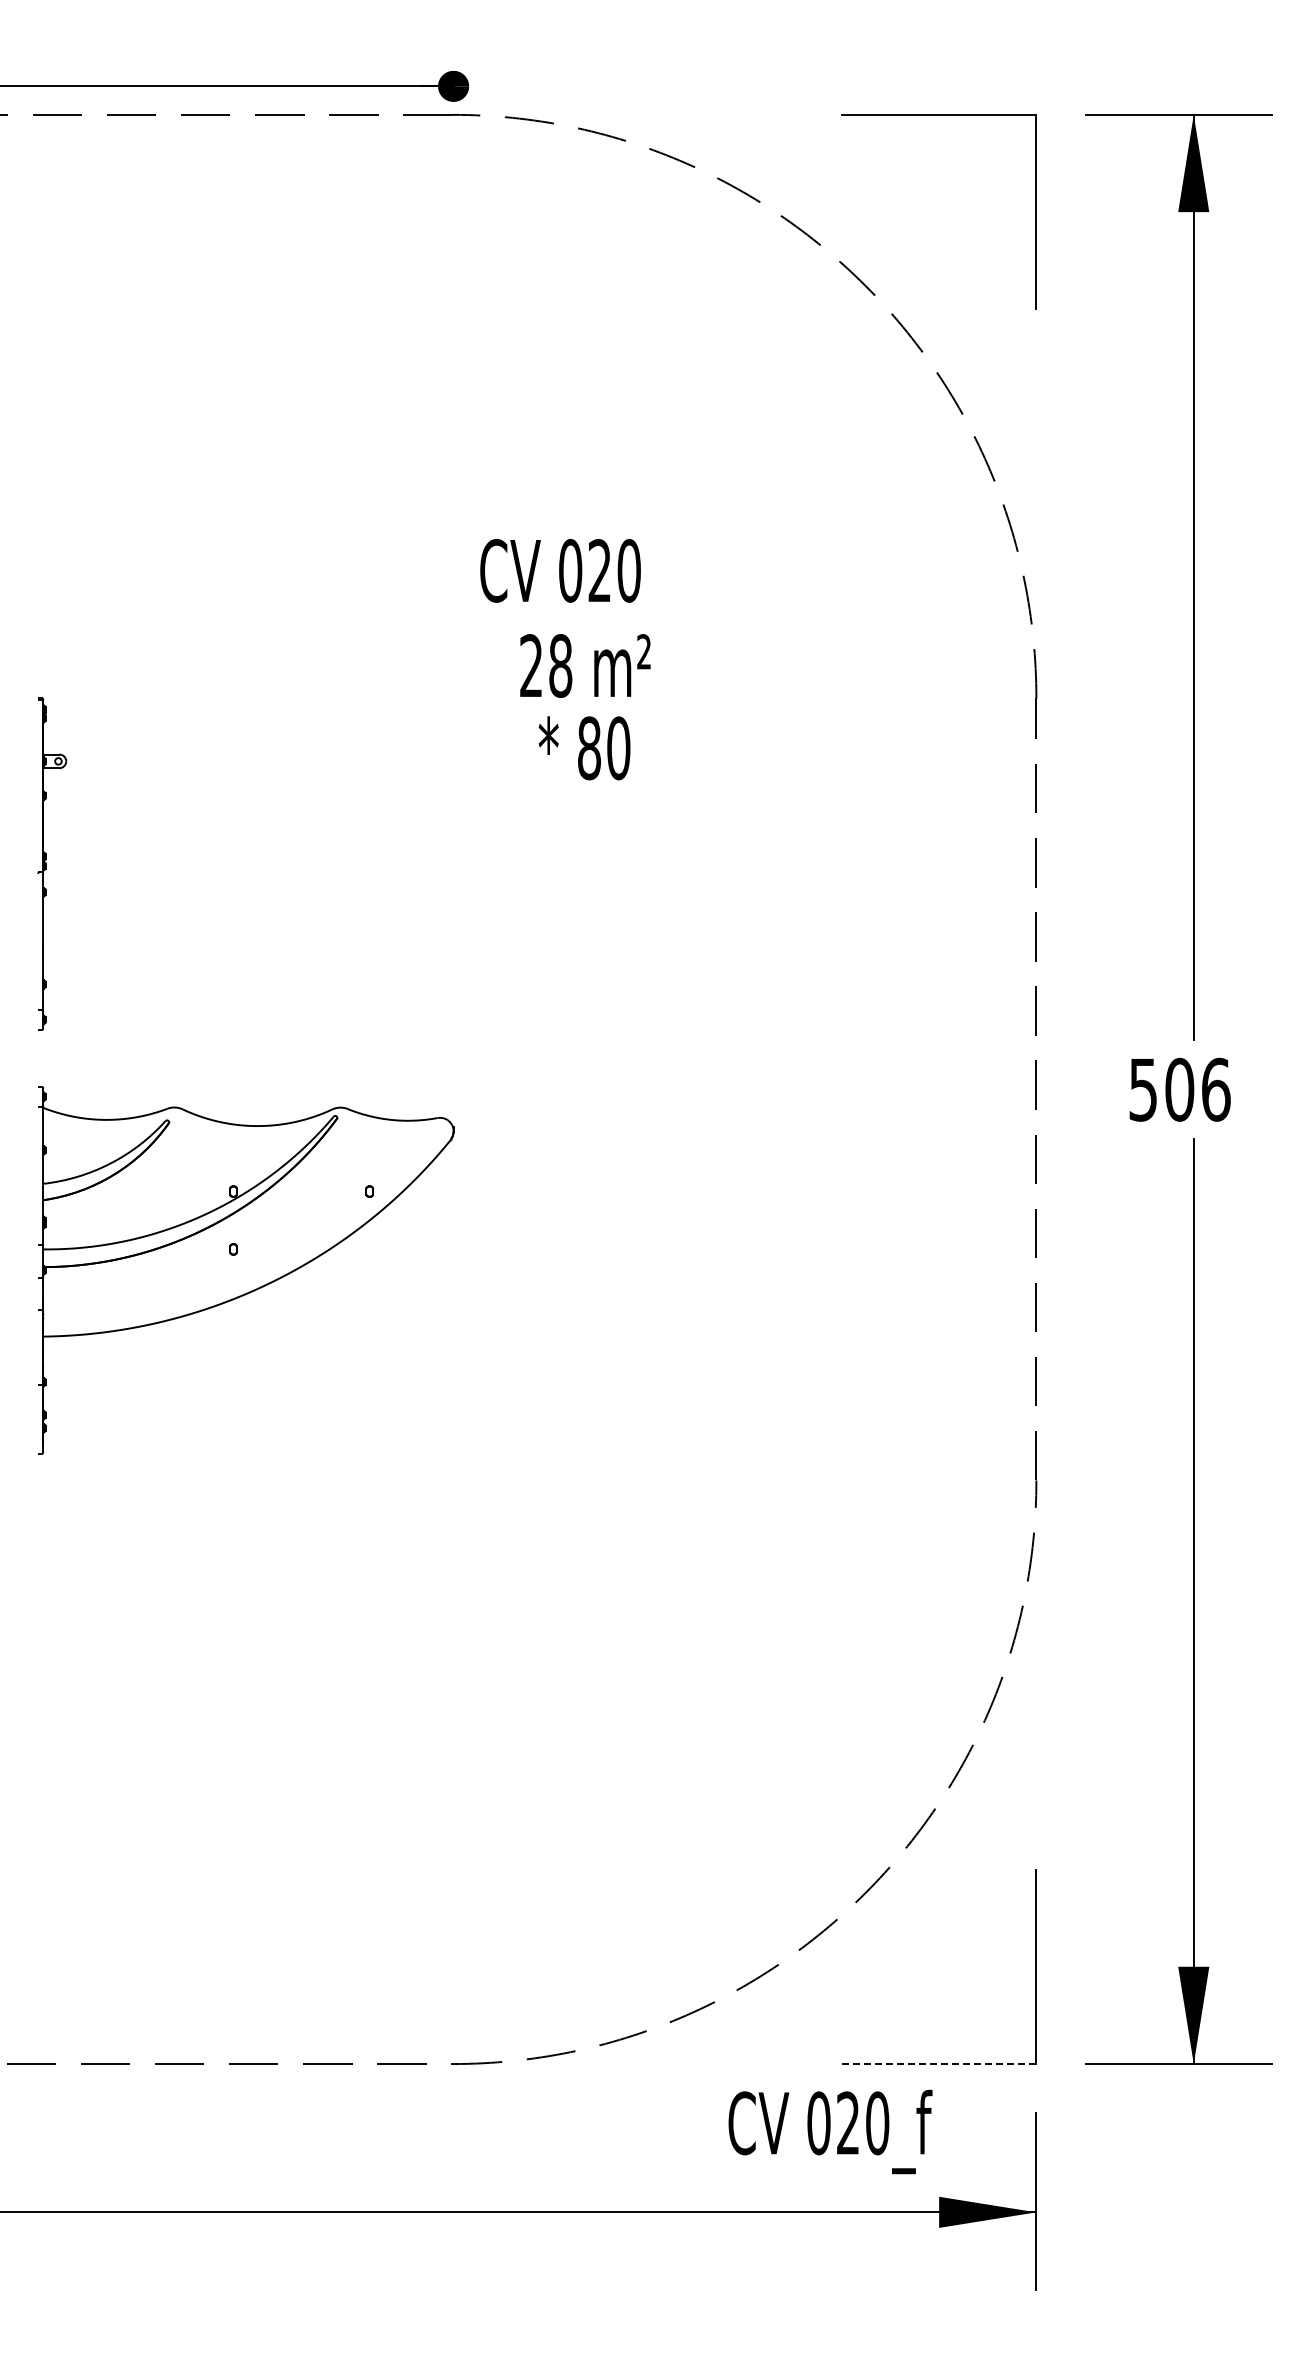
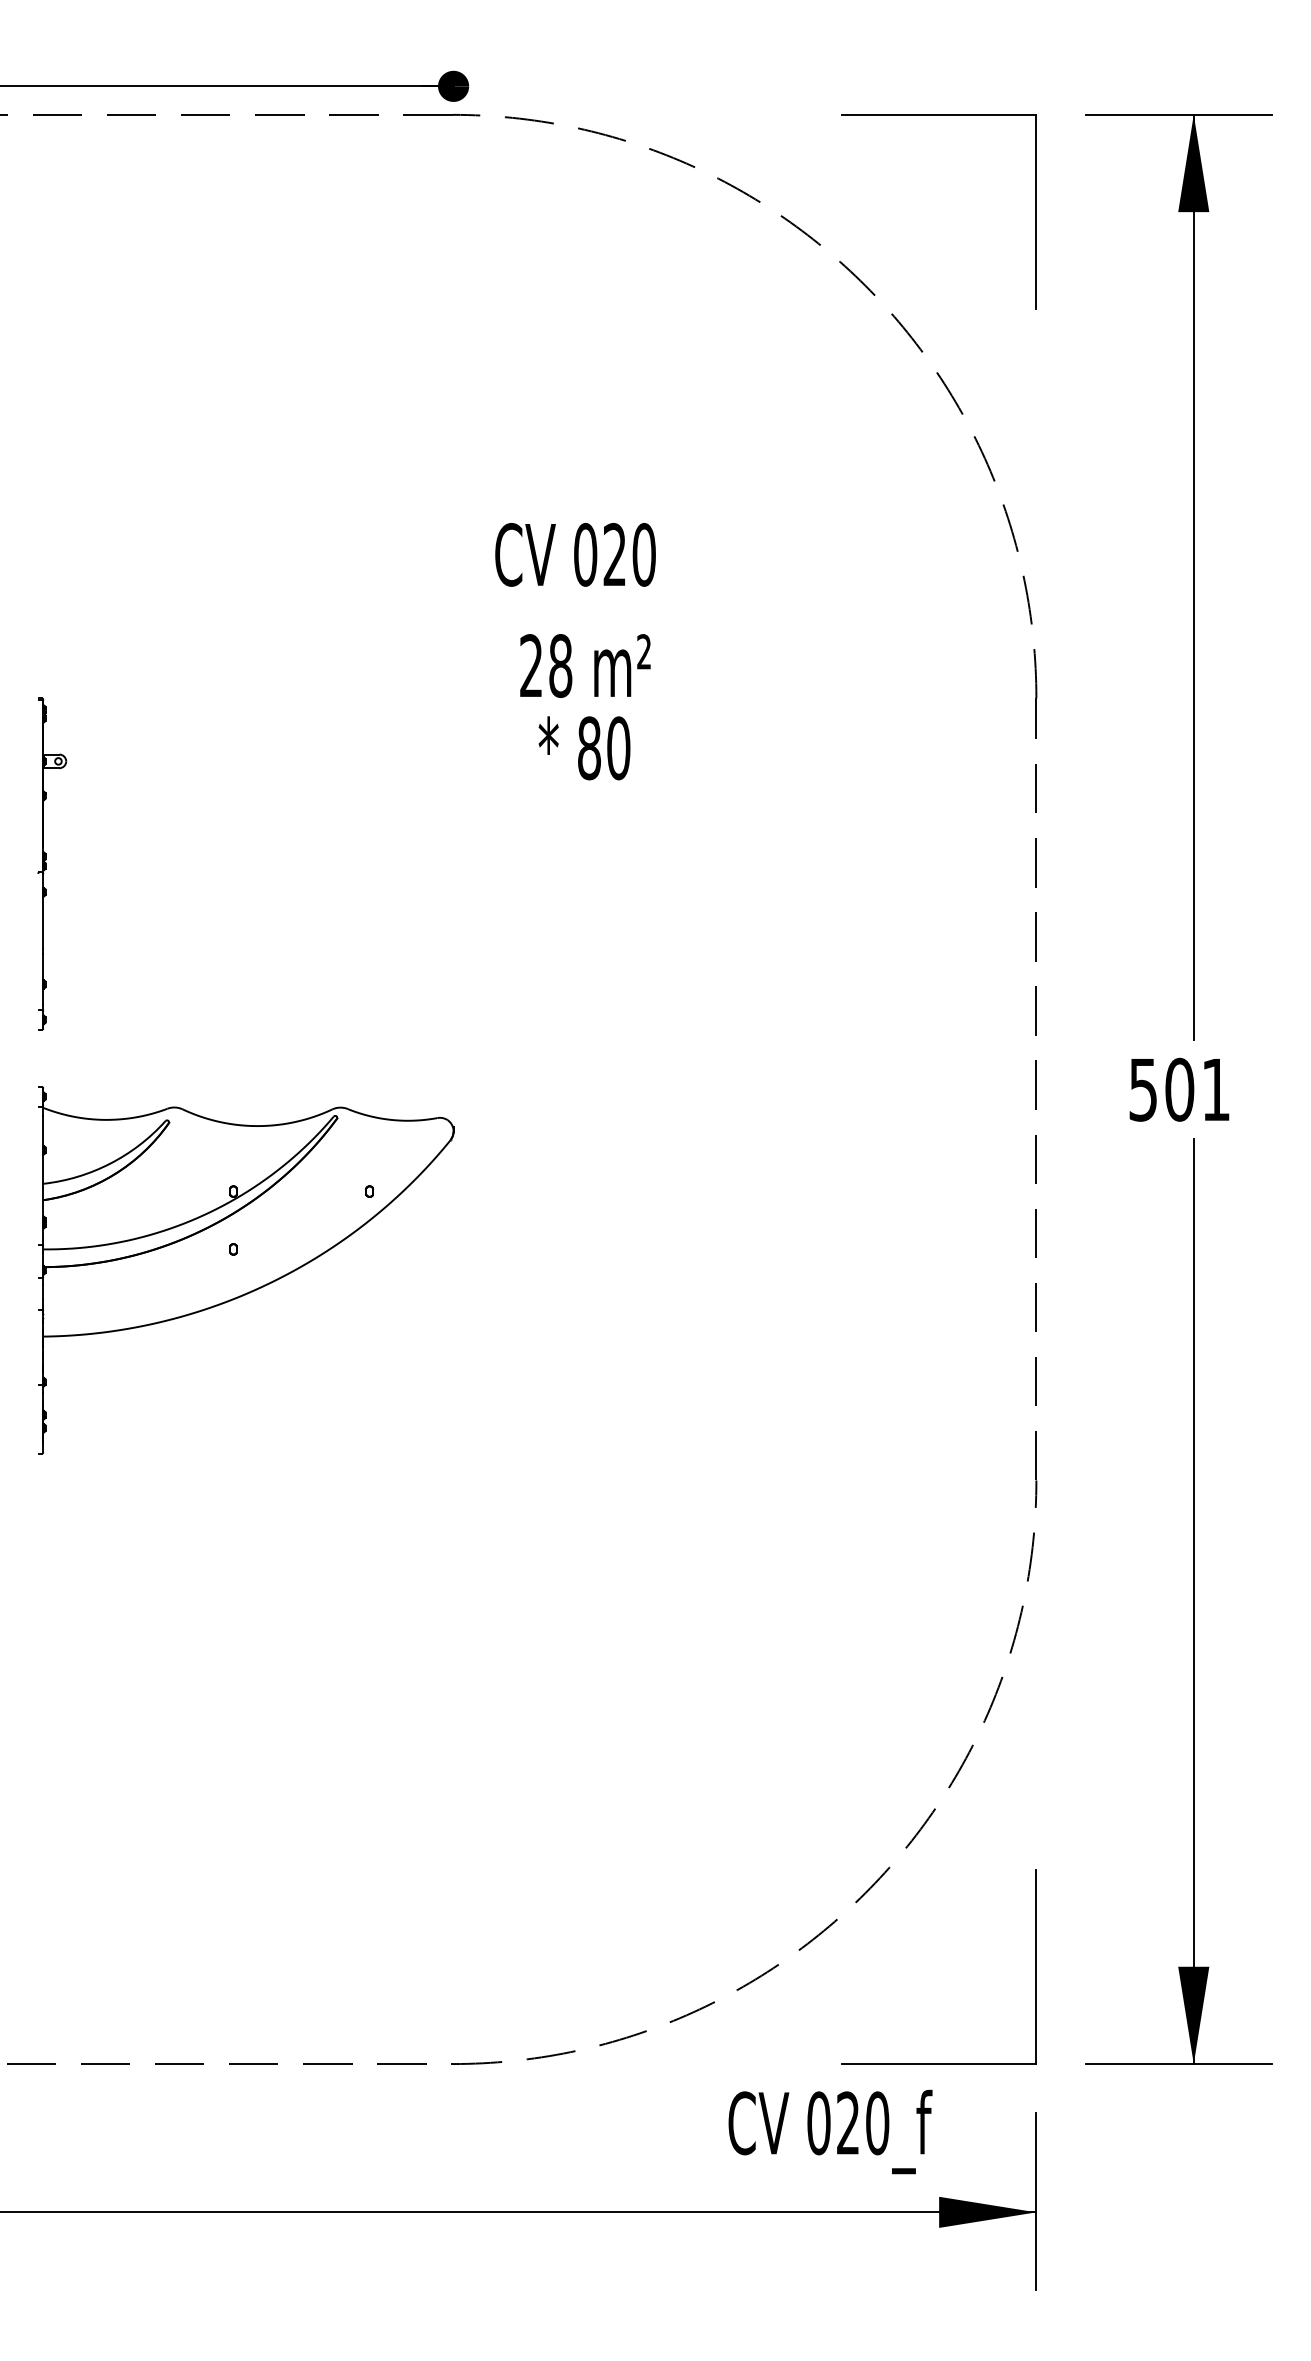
text at (560, 570) position: (560, 570) -> (575, 554)
text at (1216, 1089): 506 -> 501
line at (938, 2064): dashed -> solid
